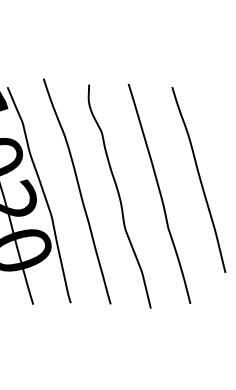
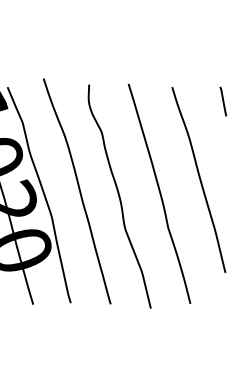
line at (222, 101): none -> present
